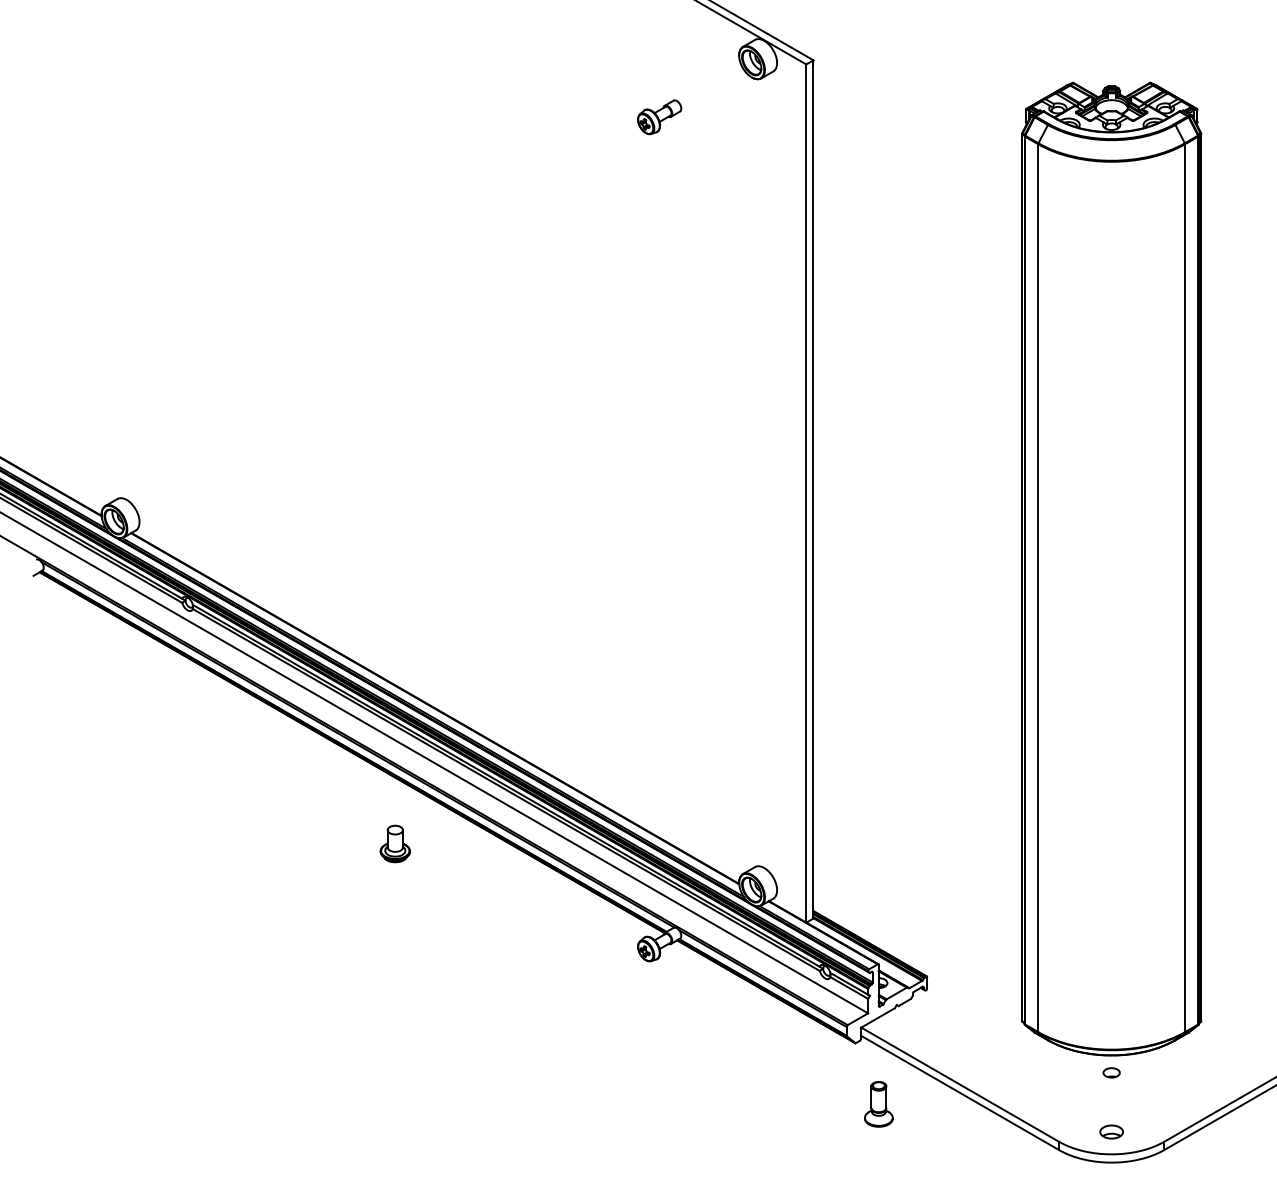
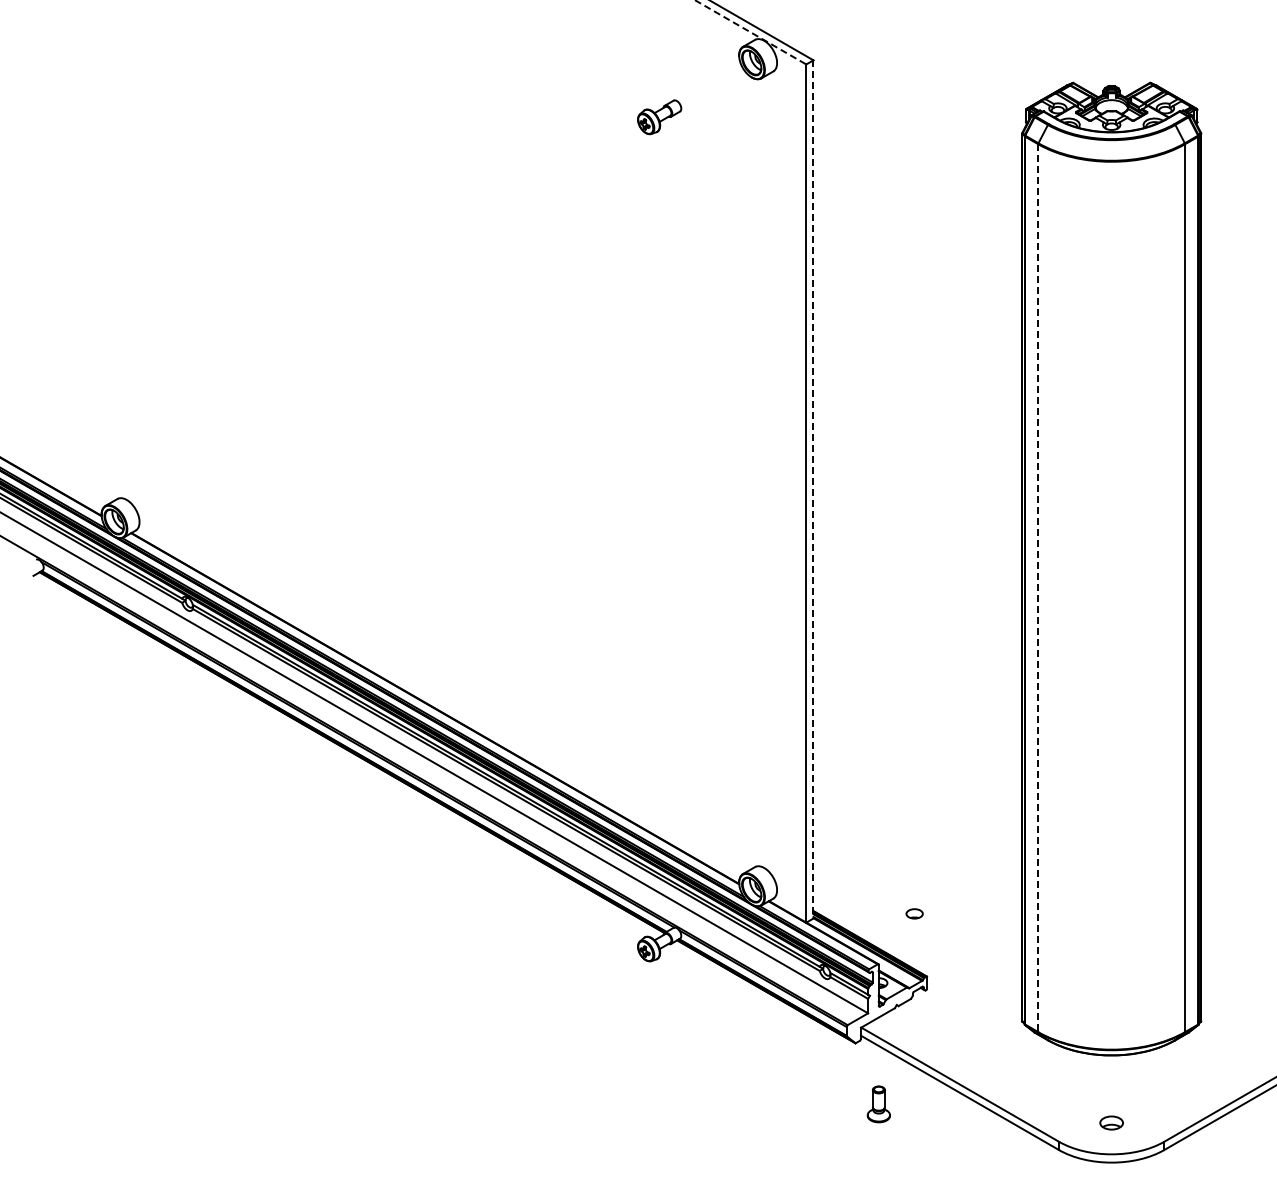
line at (750, 32): solid -> dashed
line at (813, 489): solid -> dashed
line at (1038, 588): solid -> dashed
part at (394, 843): present -> none
part at (1111, 1072) position: (1111, 1072) -> (914, 913)
part at (878, 1104) size: 30x47 px -> 25x39 px
part at (1111, 1131) position: (1111, 1131) -> (1111, 1122)
